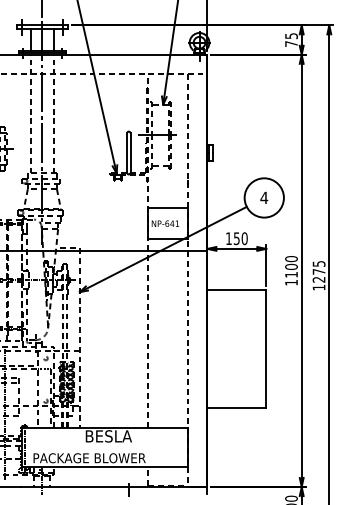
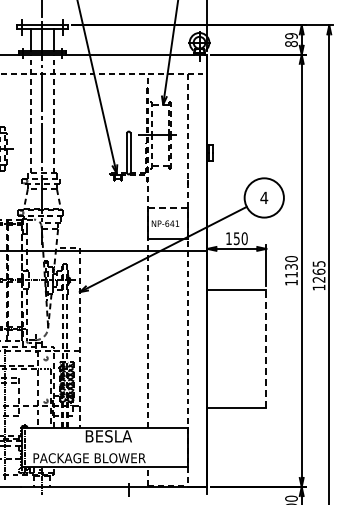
text at (291, 40): 75 -> 89
line at (168, 208): solid -> dashed
text at (291, 266): 1100 -> 1130
text at (318, 271): 1275 -> 1265
line at (266, 348): solid -> dashed
